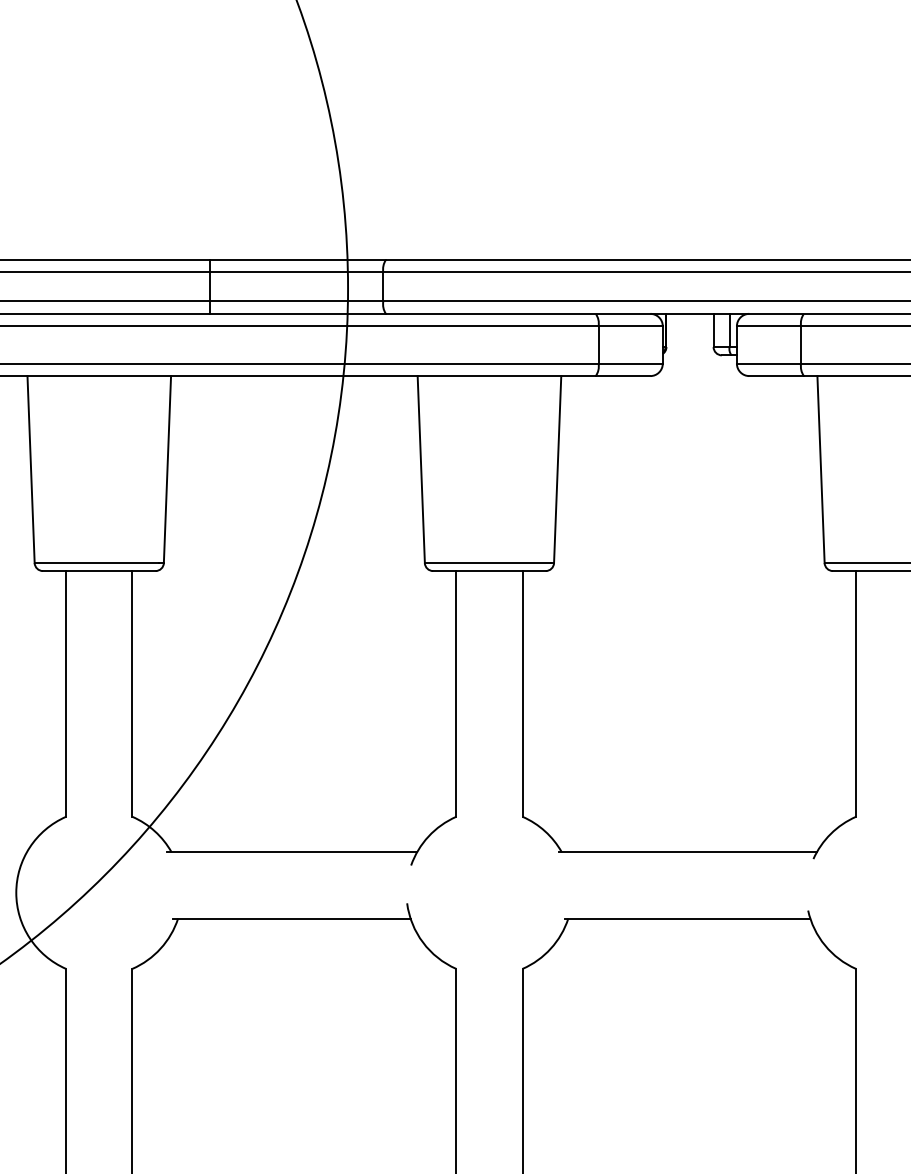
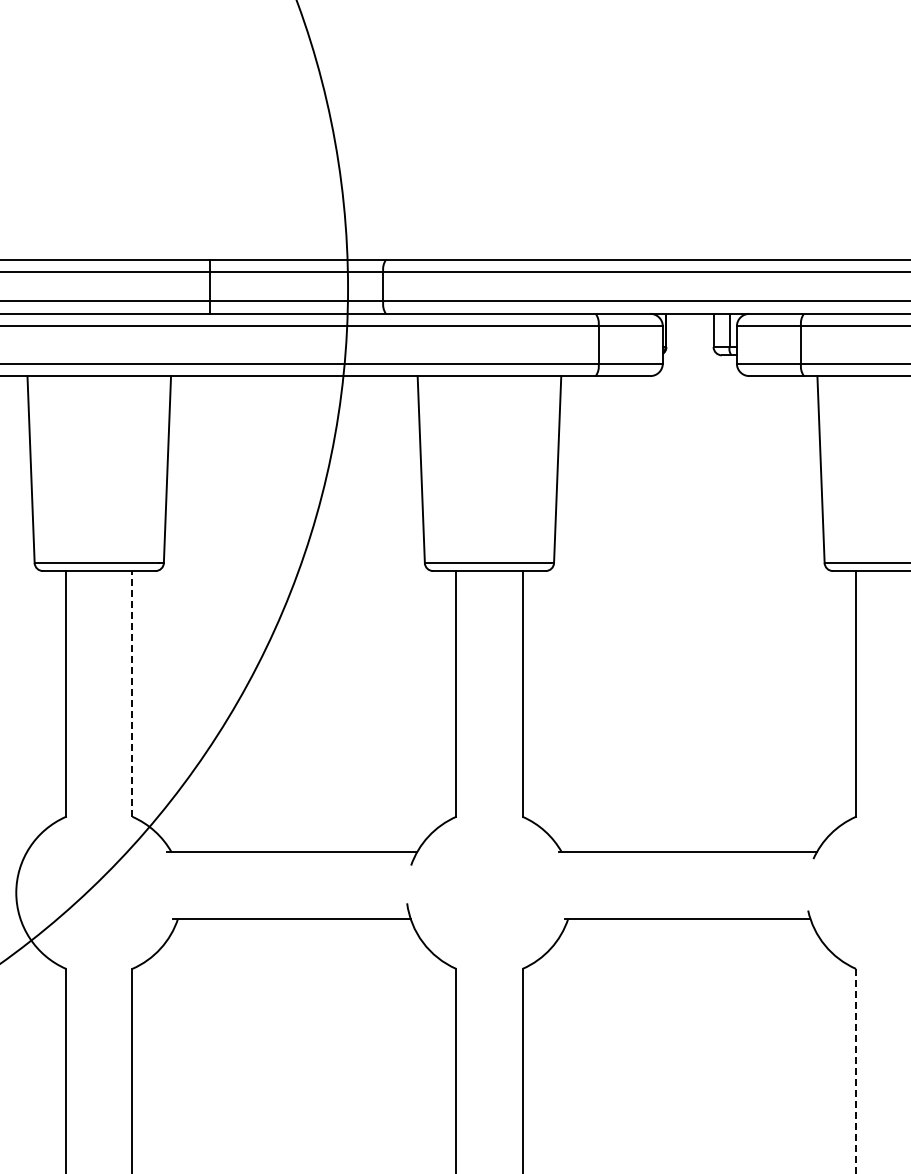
line at (132, 693): solid -> dashed
line at (856, 1071): solid -> dashed
